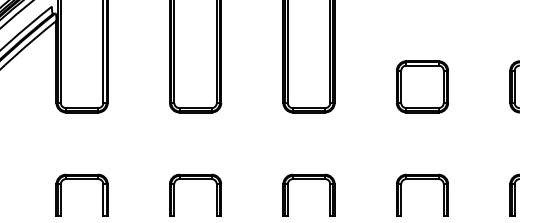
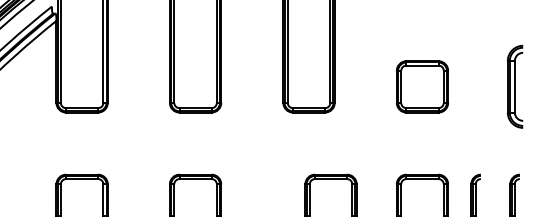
part at (514, 86) size: 11x54 px -> 18x85 px
part at (308, 179) position: (308, 179) -> (330, 179)
part at (475, 194): none -> present
